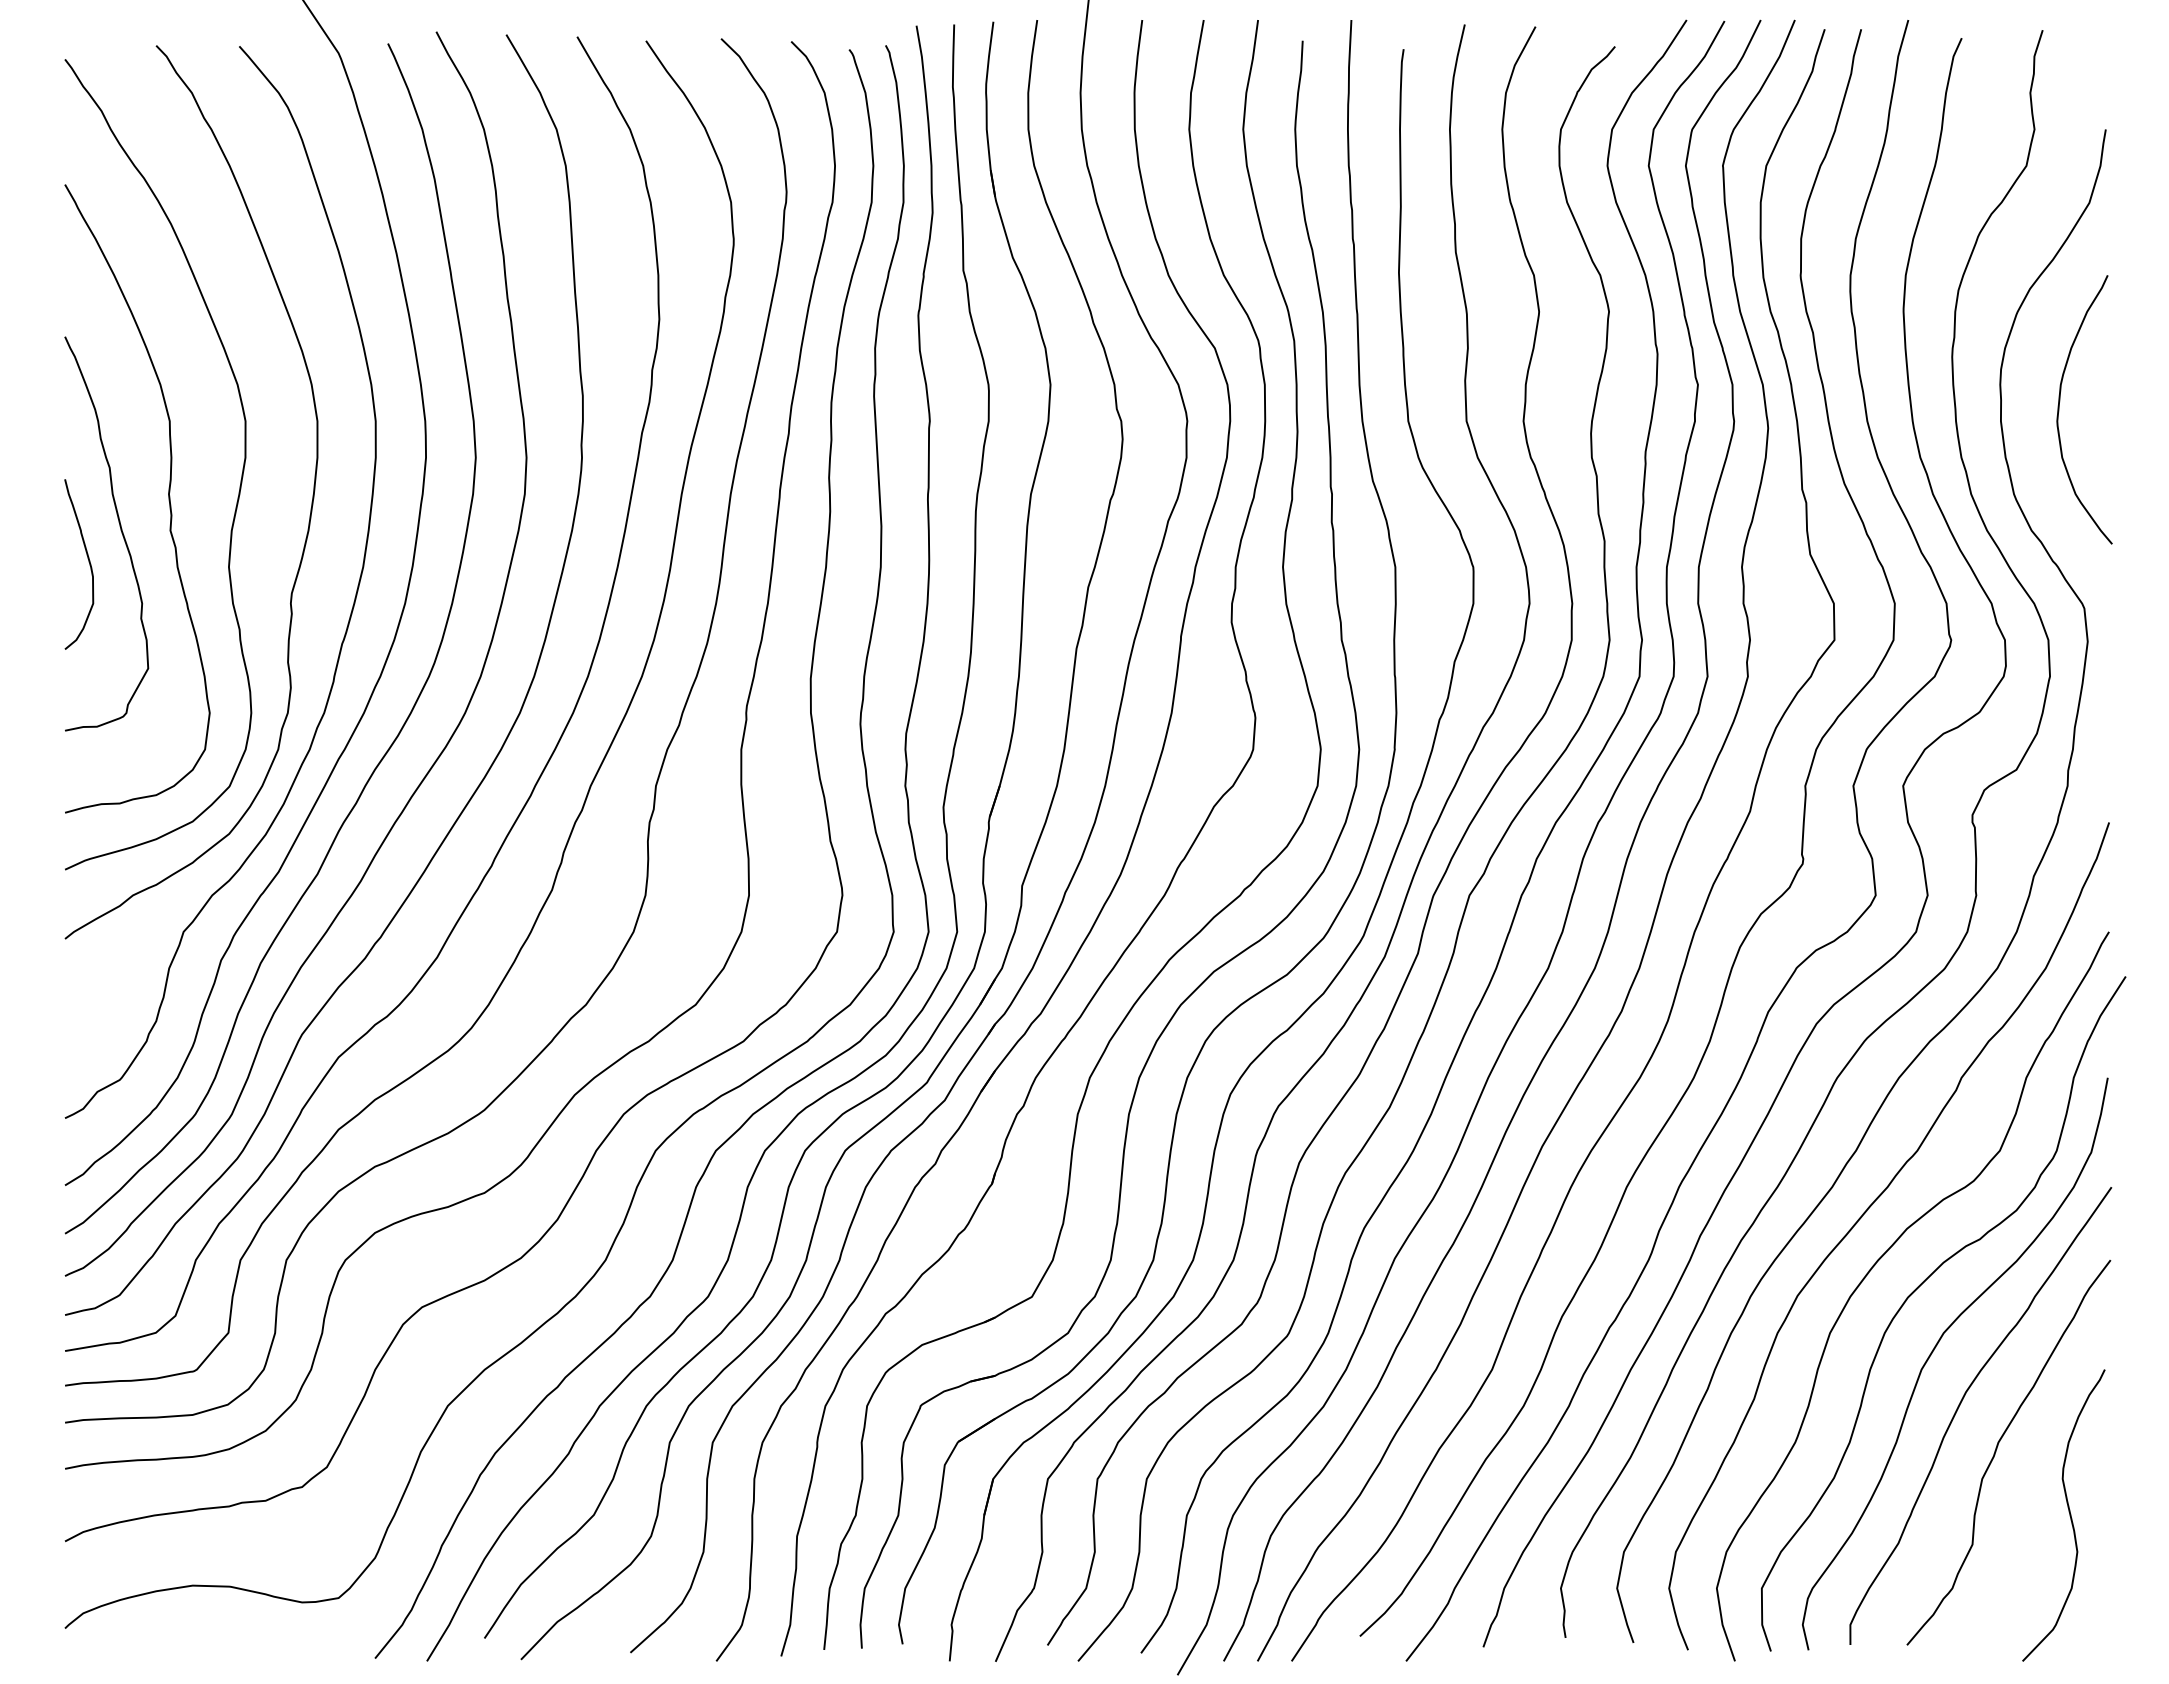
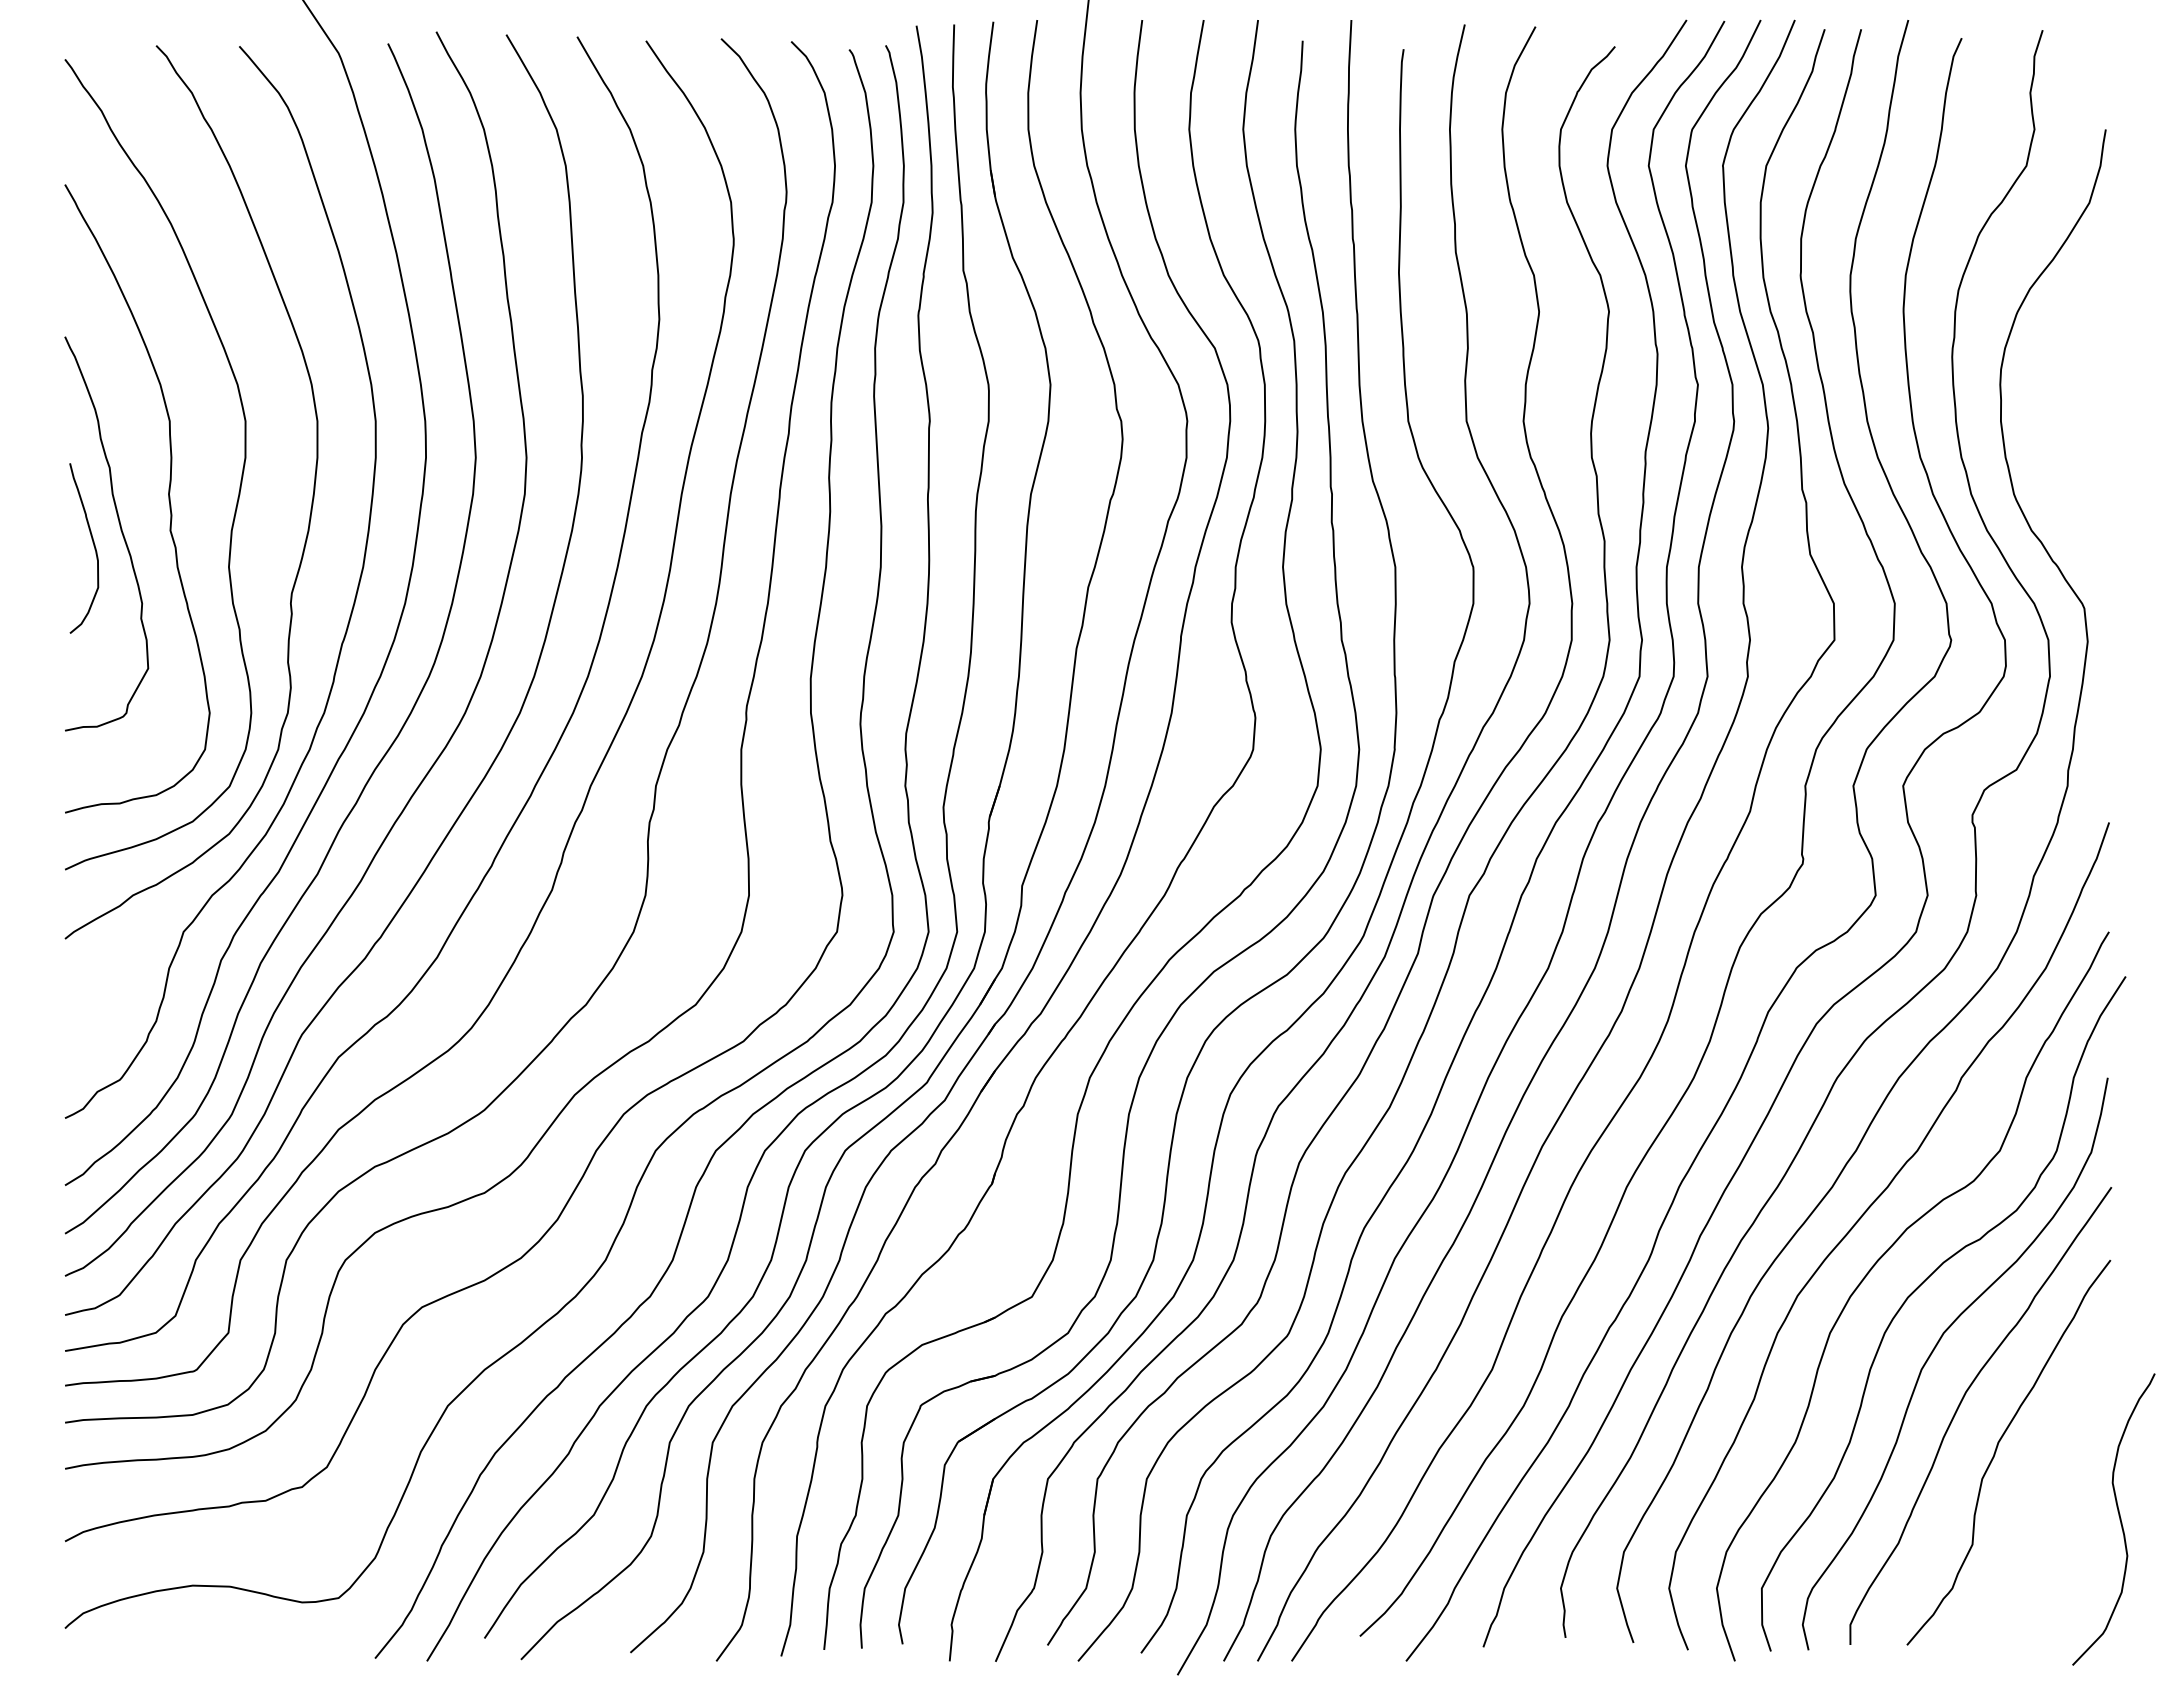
curve at (2059, 409): present -> none
curve at (88, 562) position: (88, 562) -> (93, 546)
curve at (2068, 1512) position: (2068, 1512) -> (2118, 1516)
